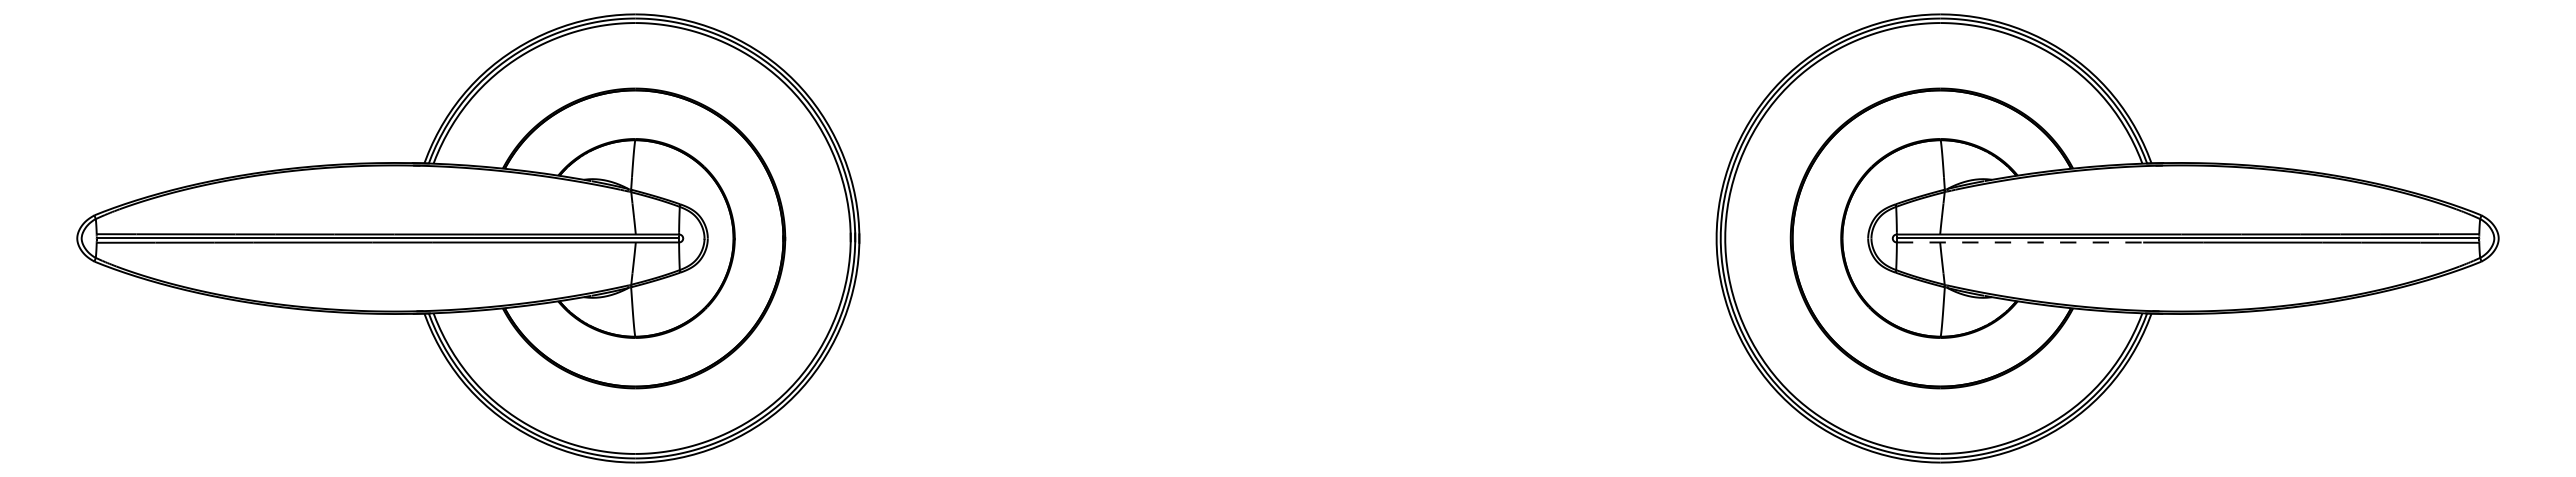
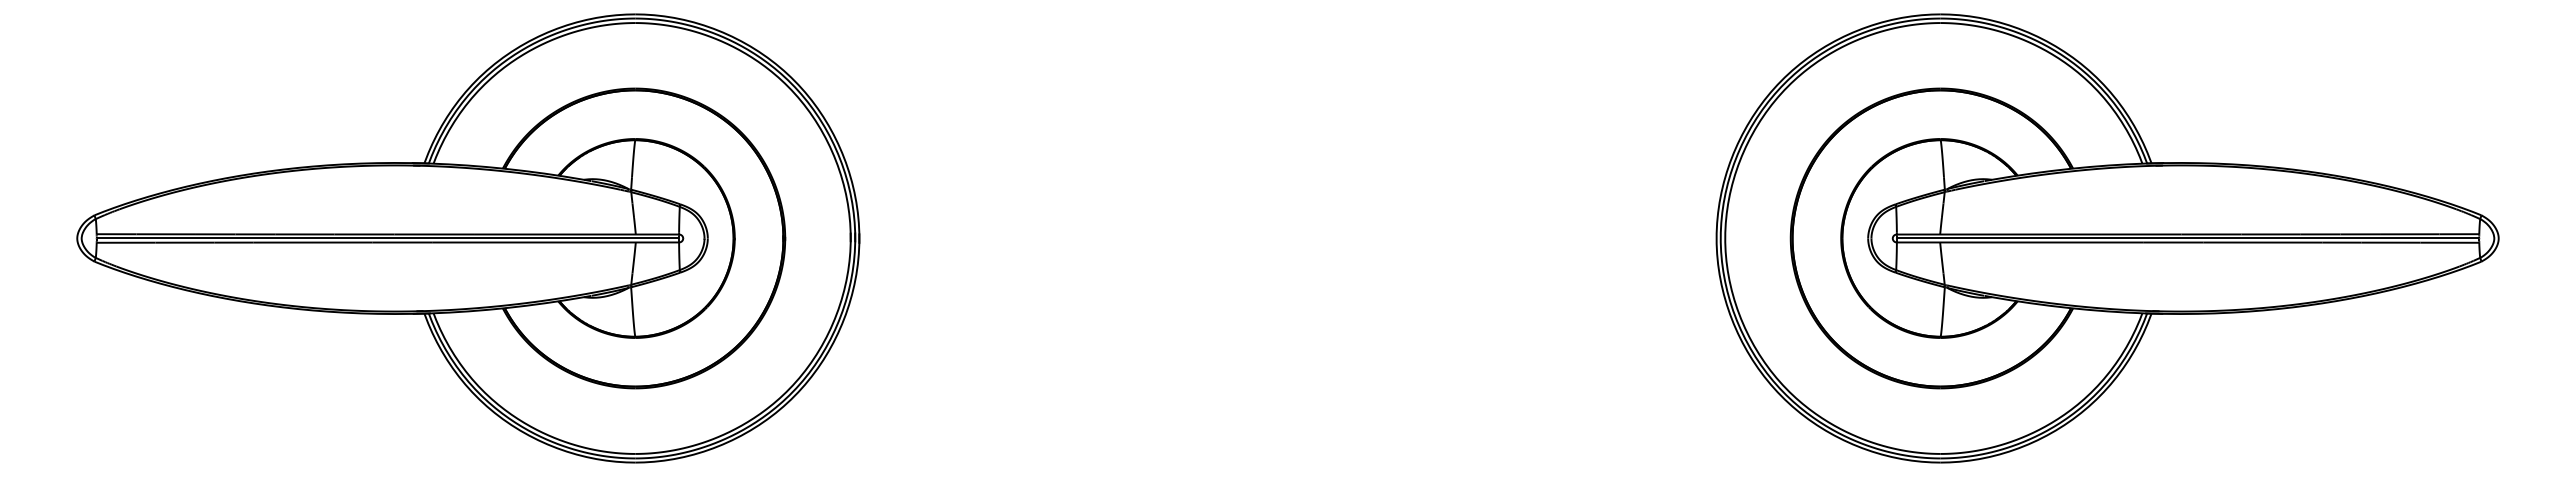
line at (2020, 242): dashed -> solid
